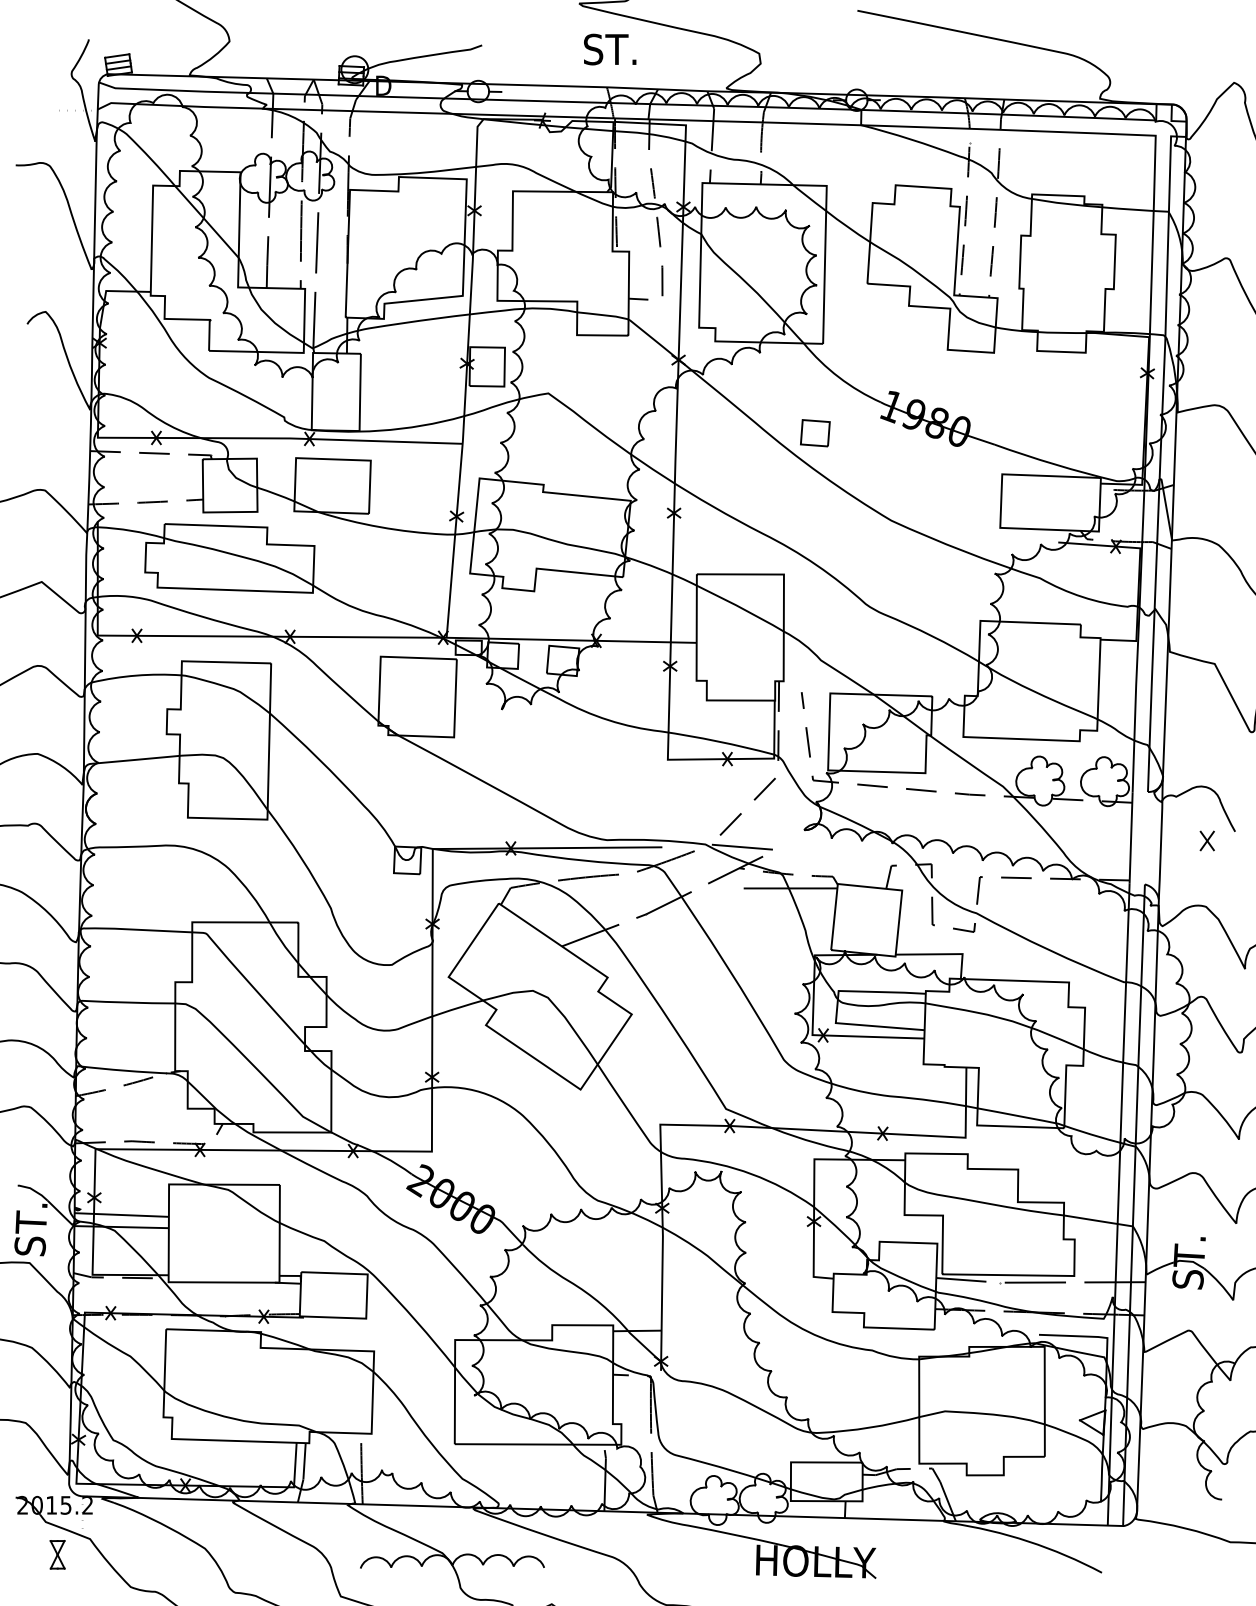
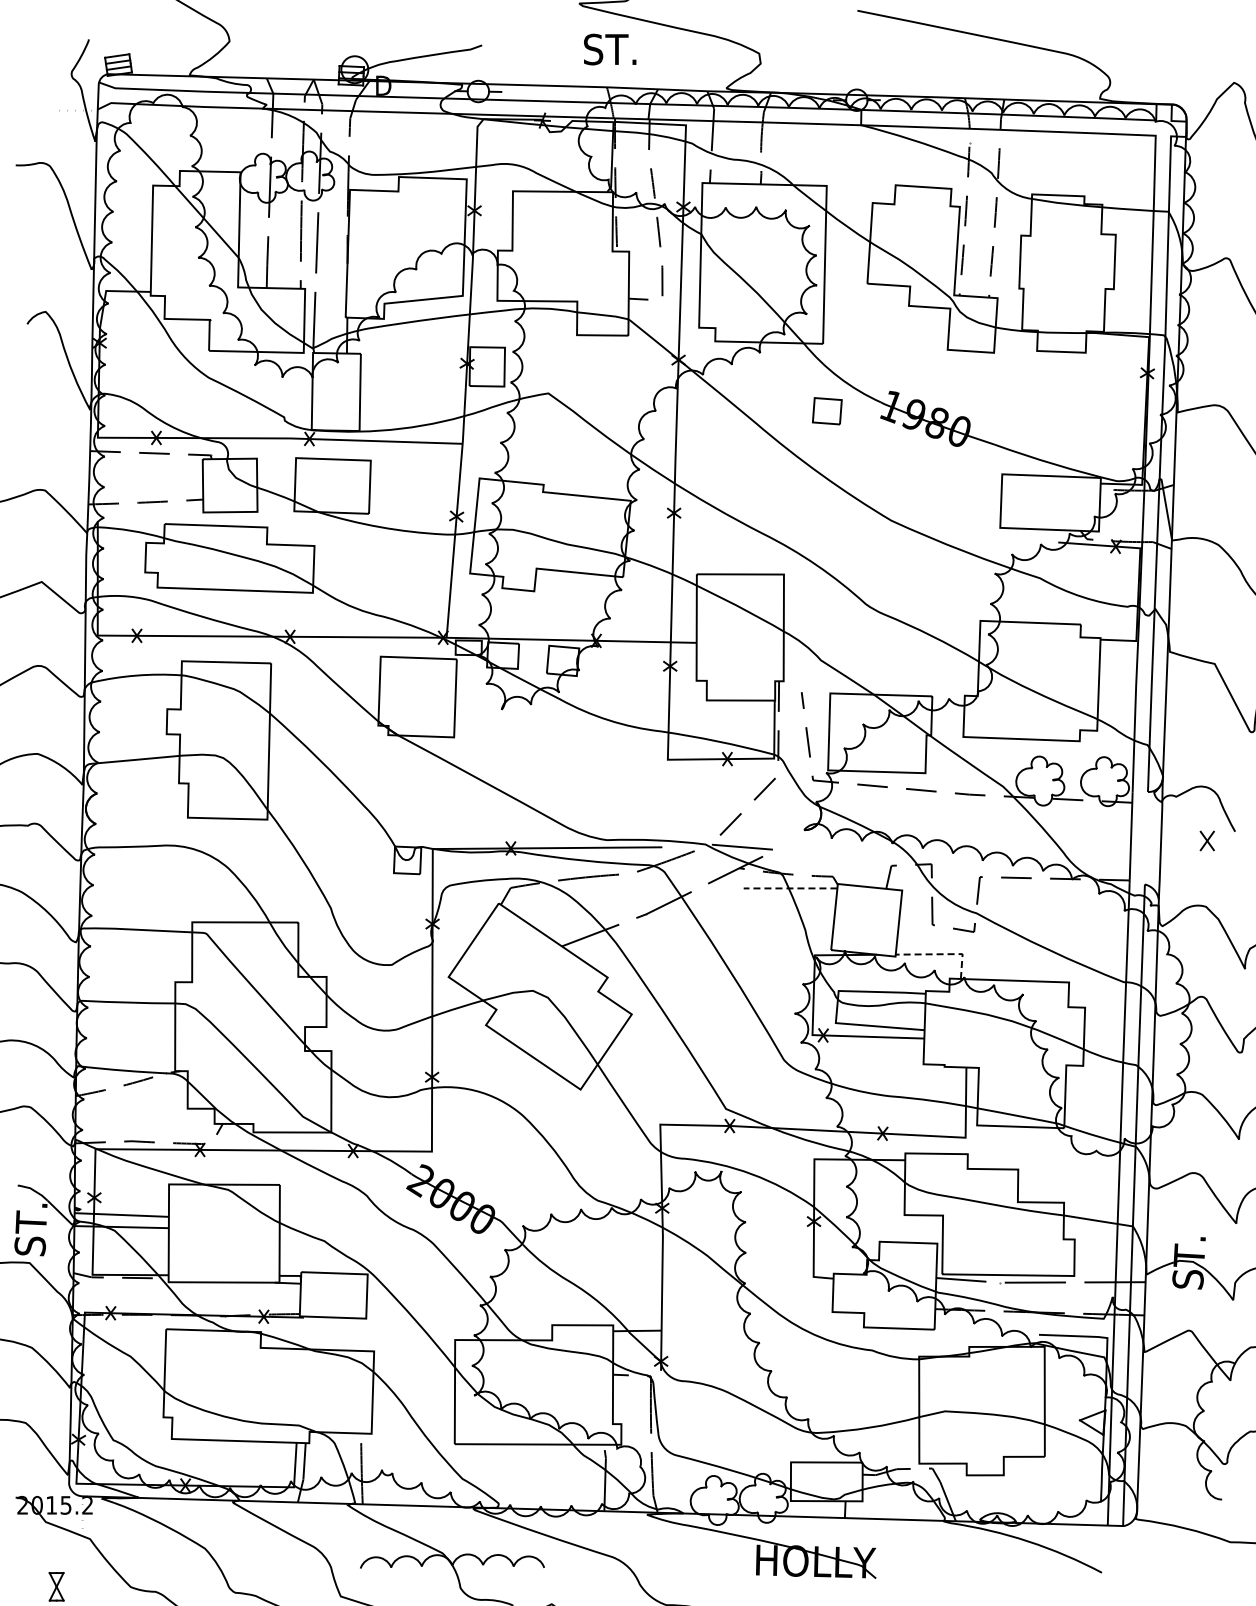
part at (815, 433) position: (815, 433) -> (827, 411)
line at (790, 888): solid -> dashed
line at (941, 954): solid -> dashed
part at (57, 1554) position: (57, 1554) -> (56, 1586)
